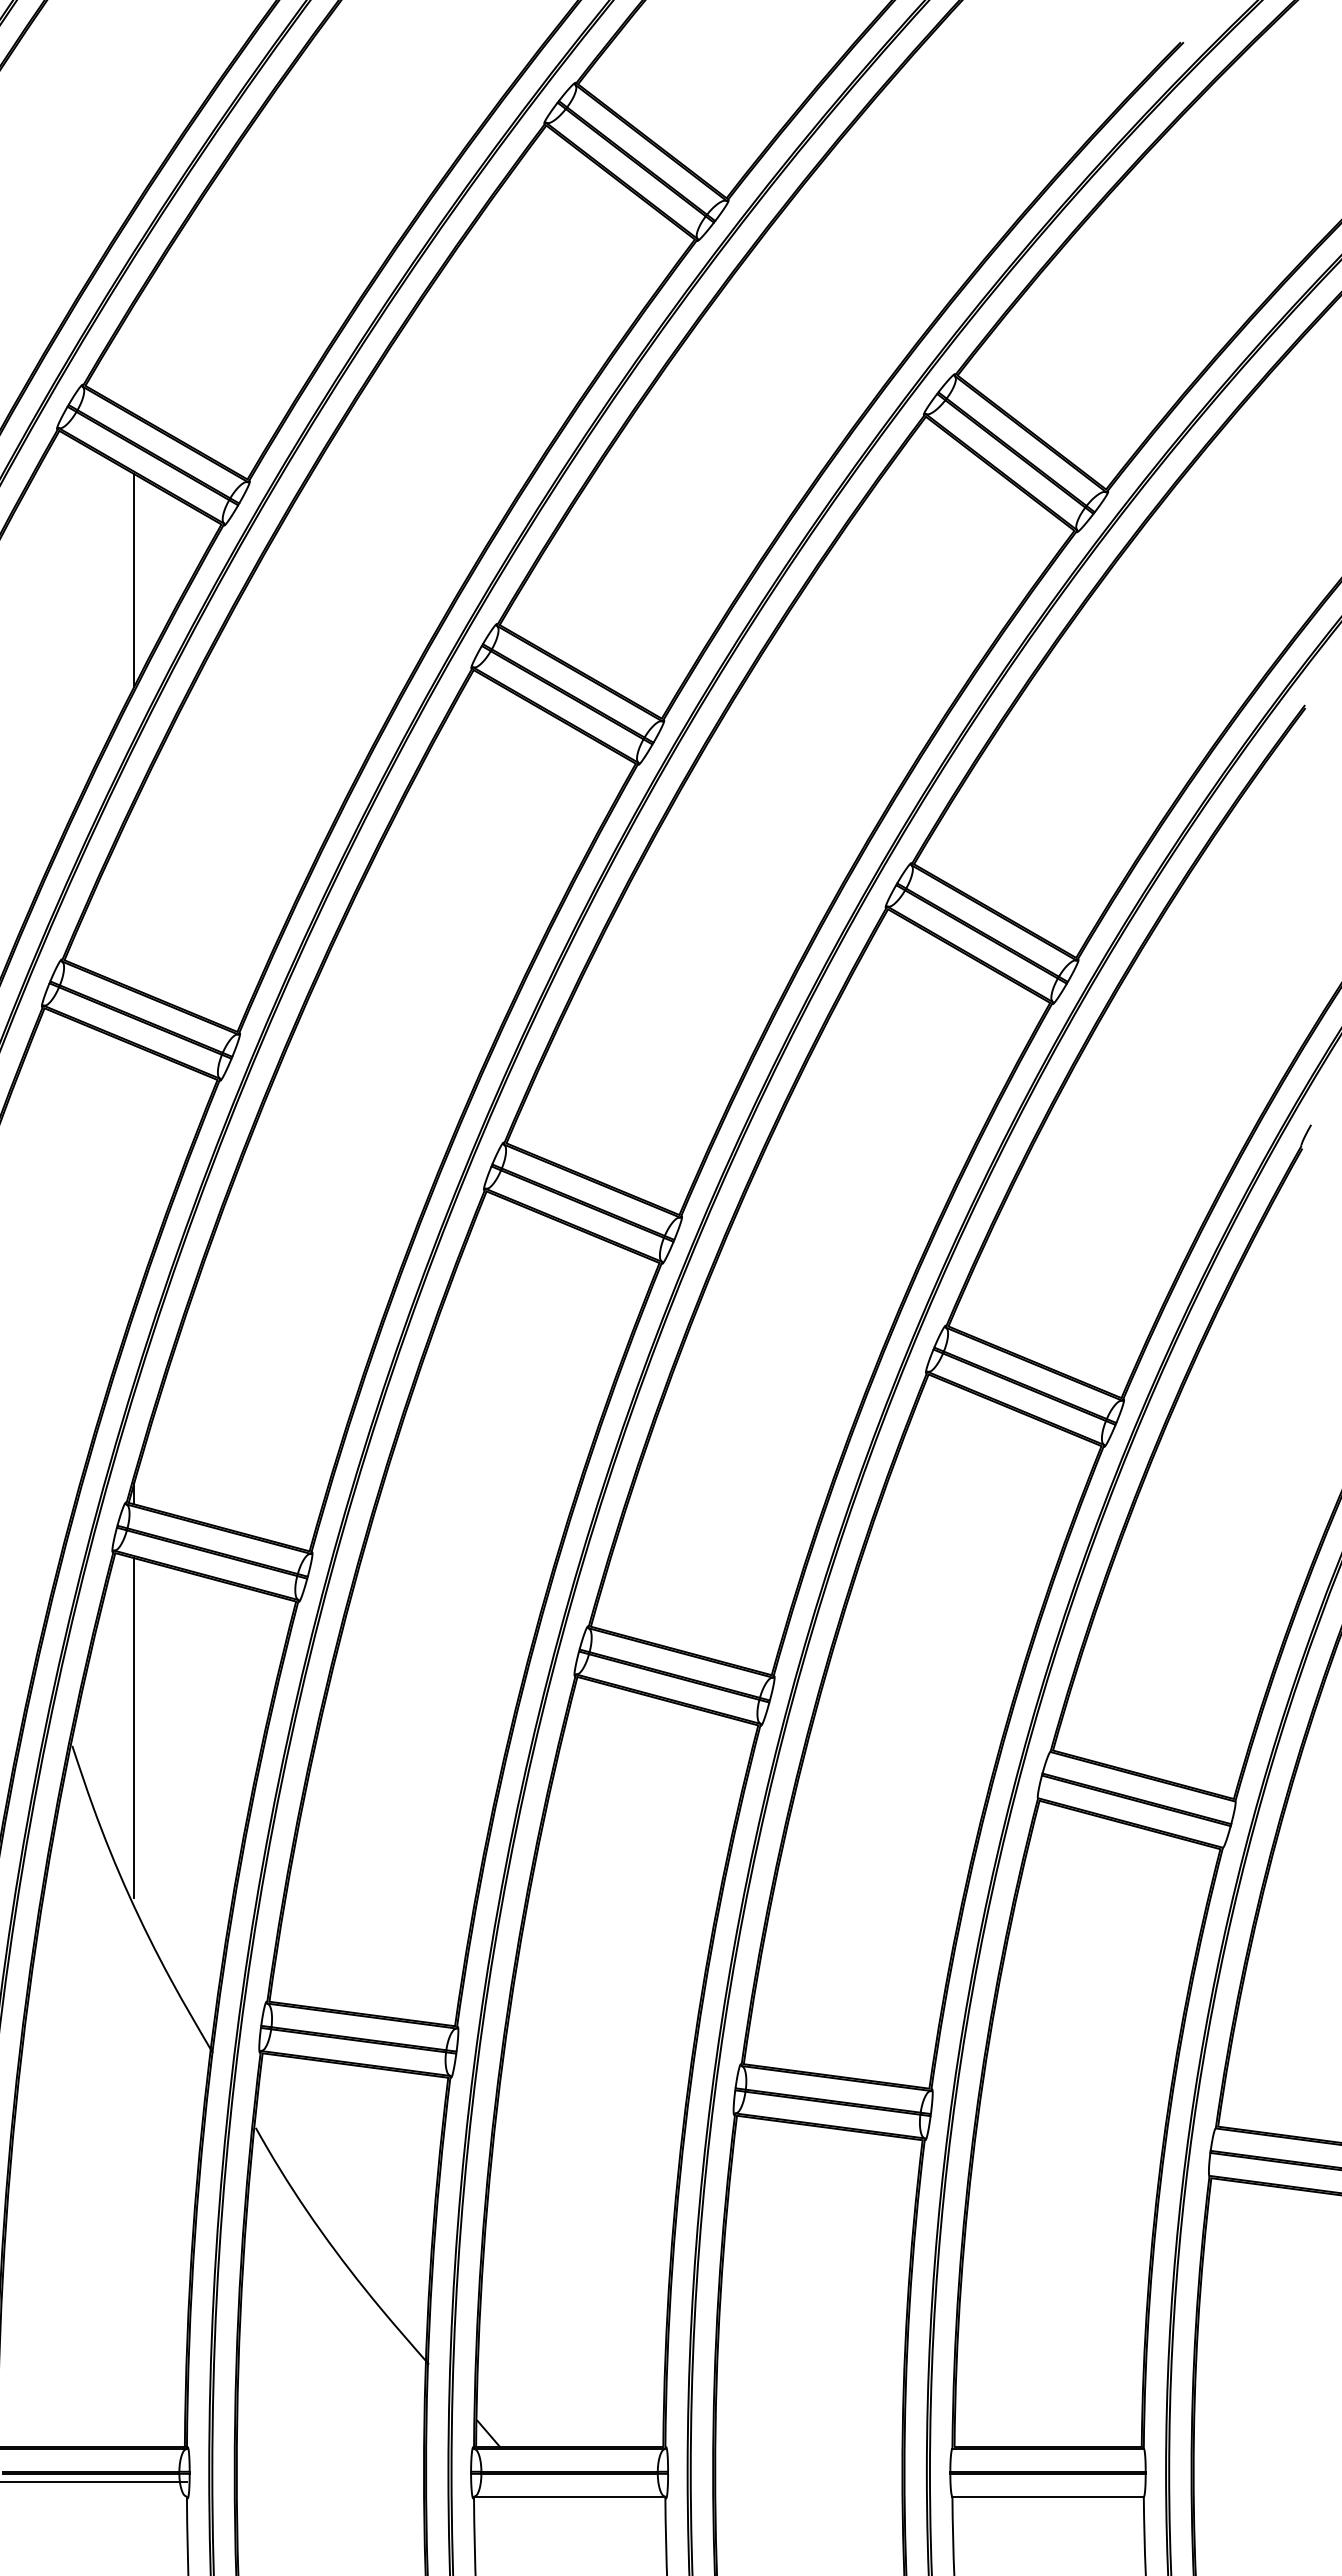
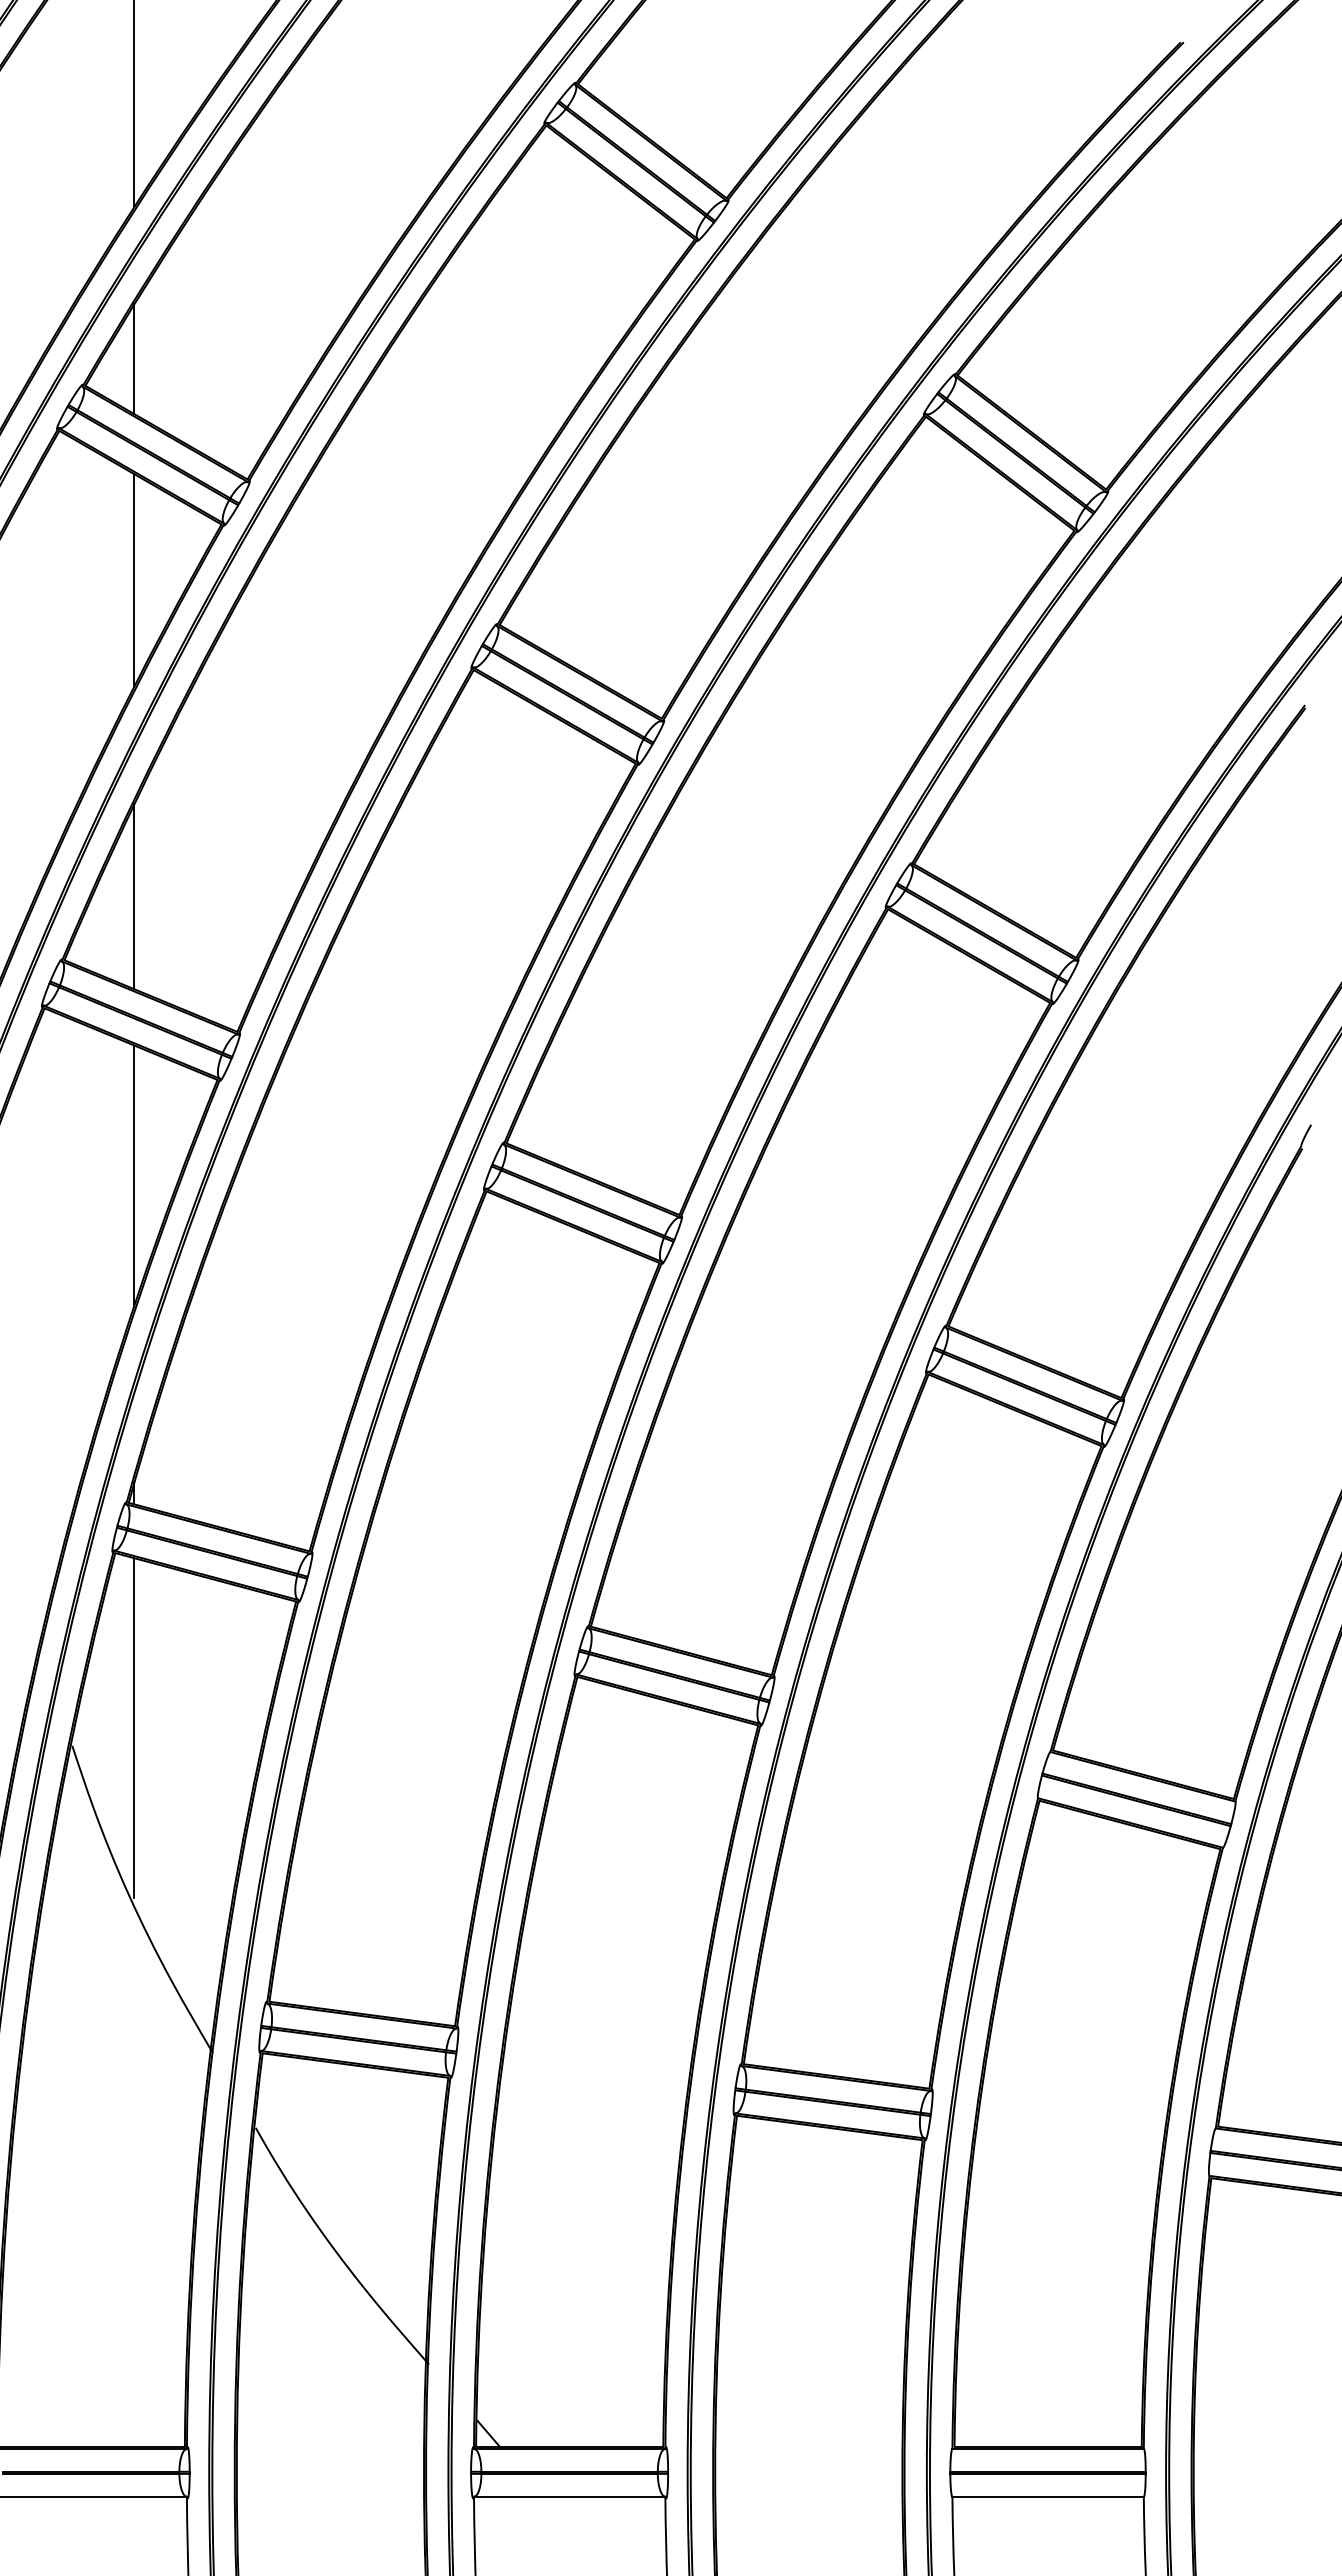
line at (134, 104): none -> present
line at (134, 359): none -> present
line at (134, 896): none -> present
line at (134, 1175): none -> present
line at (94, 2481) position: (94, 2481) -> (94, 2496)
